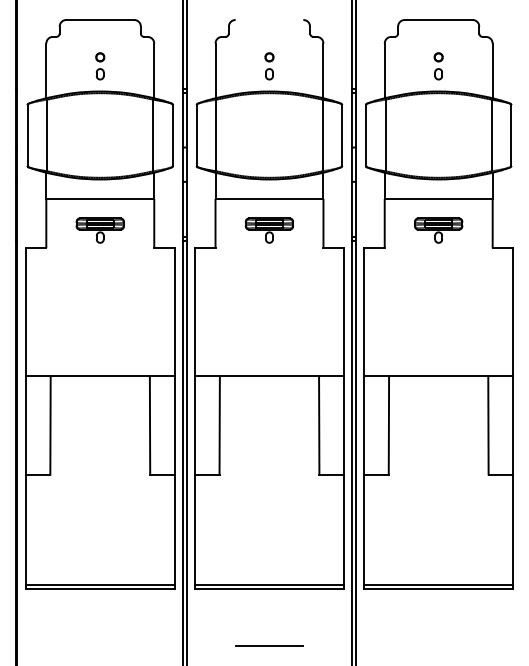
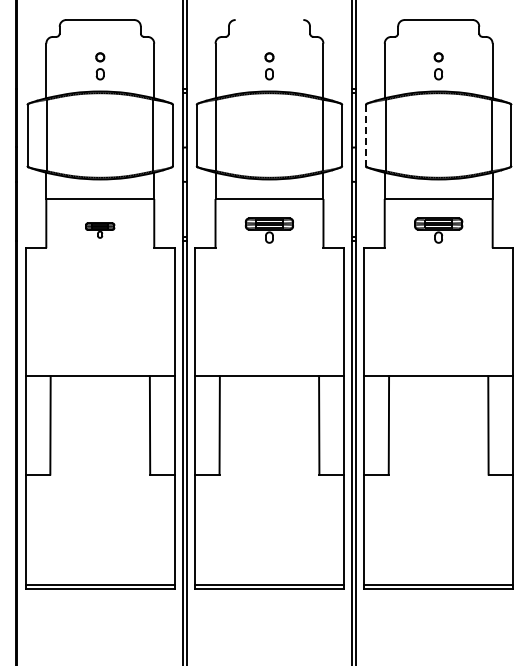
line at (365, 136): solid -> dashed
part at (99, 230) size: 50x27 px -> 31x17 px
line at (269, 646): present -> none
